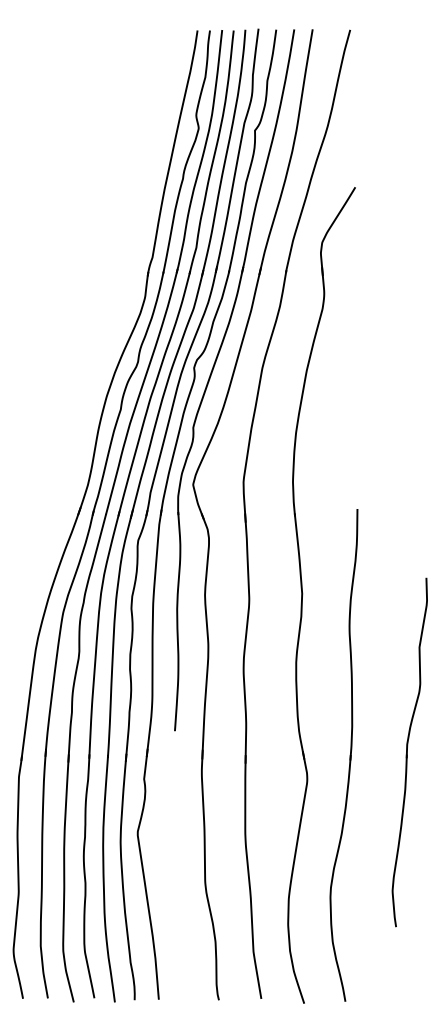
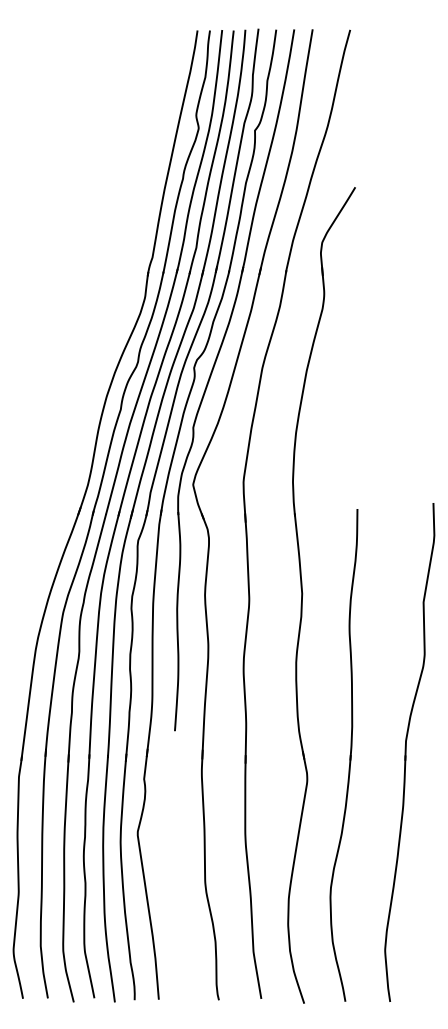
part at (409, 752) size: 37x351 px -> 52x499 px
